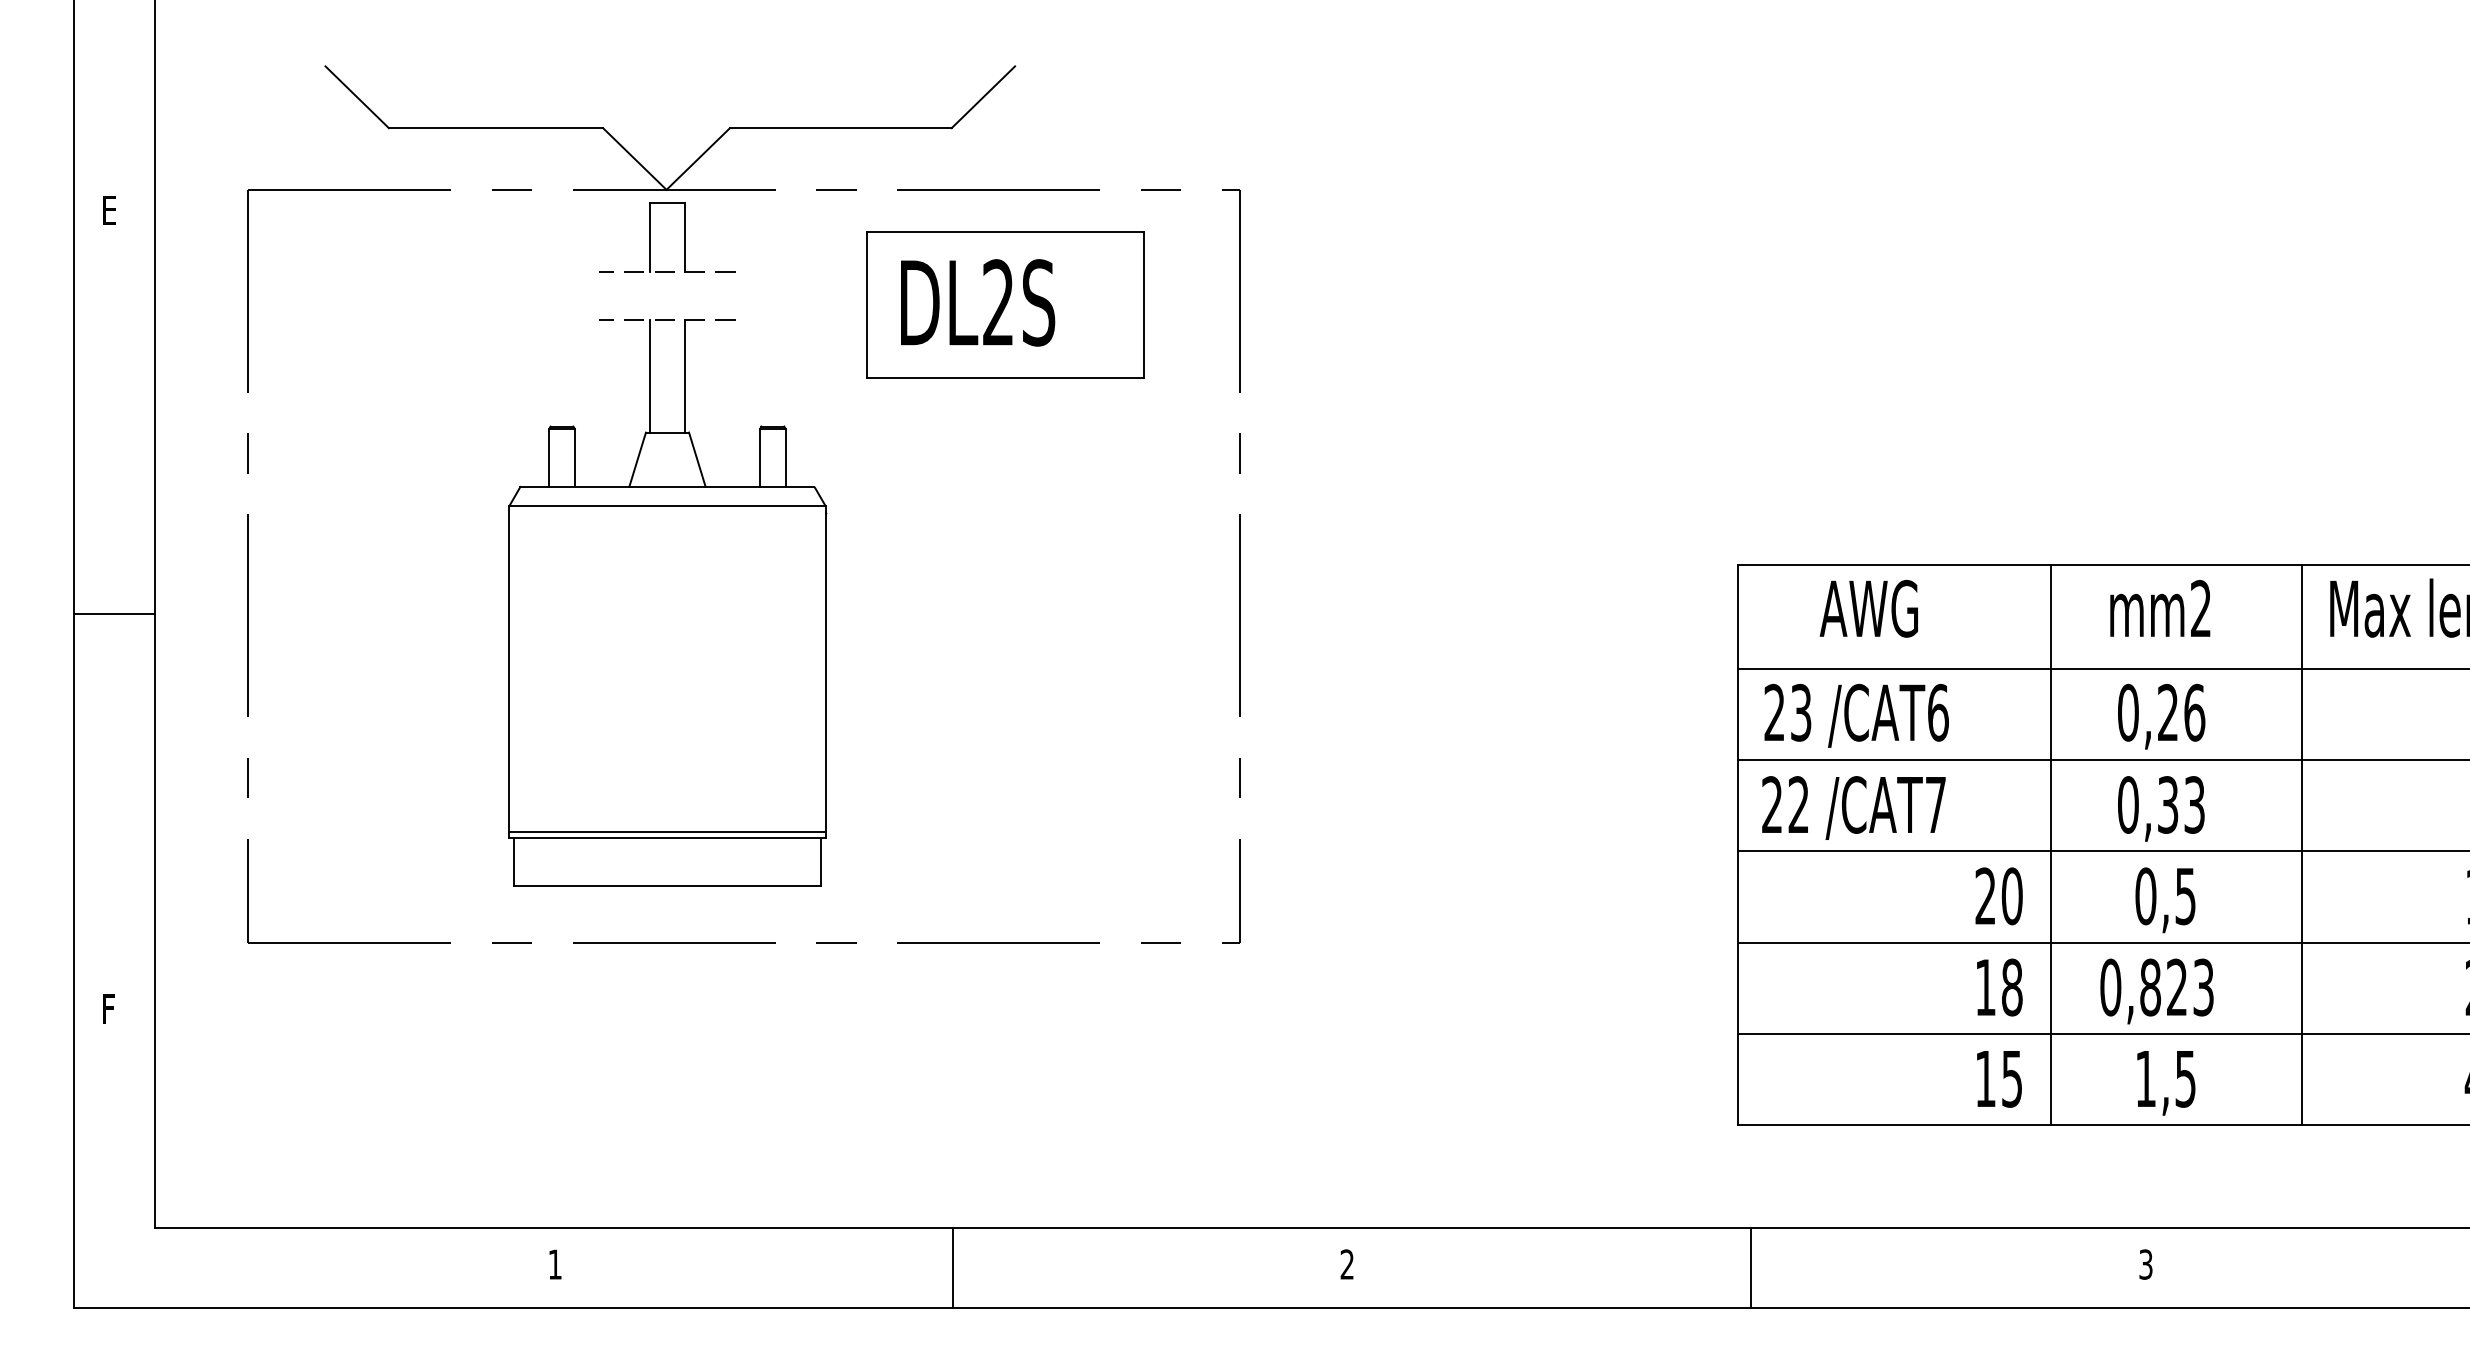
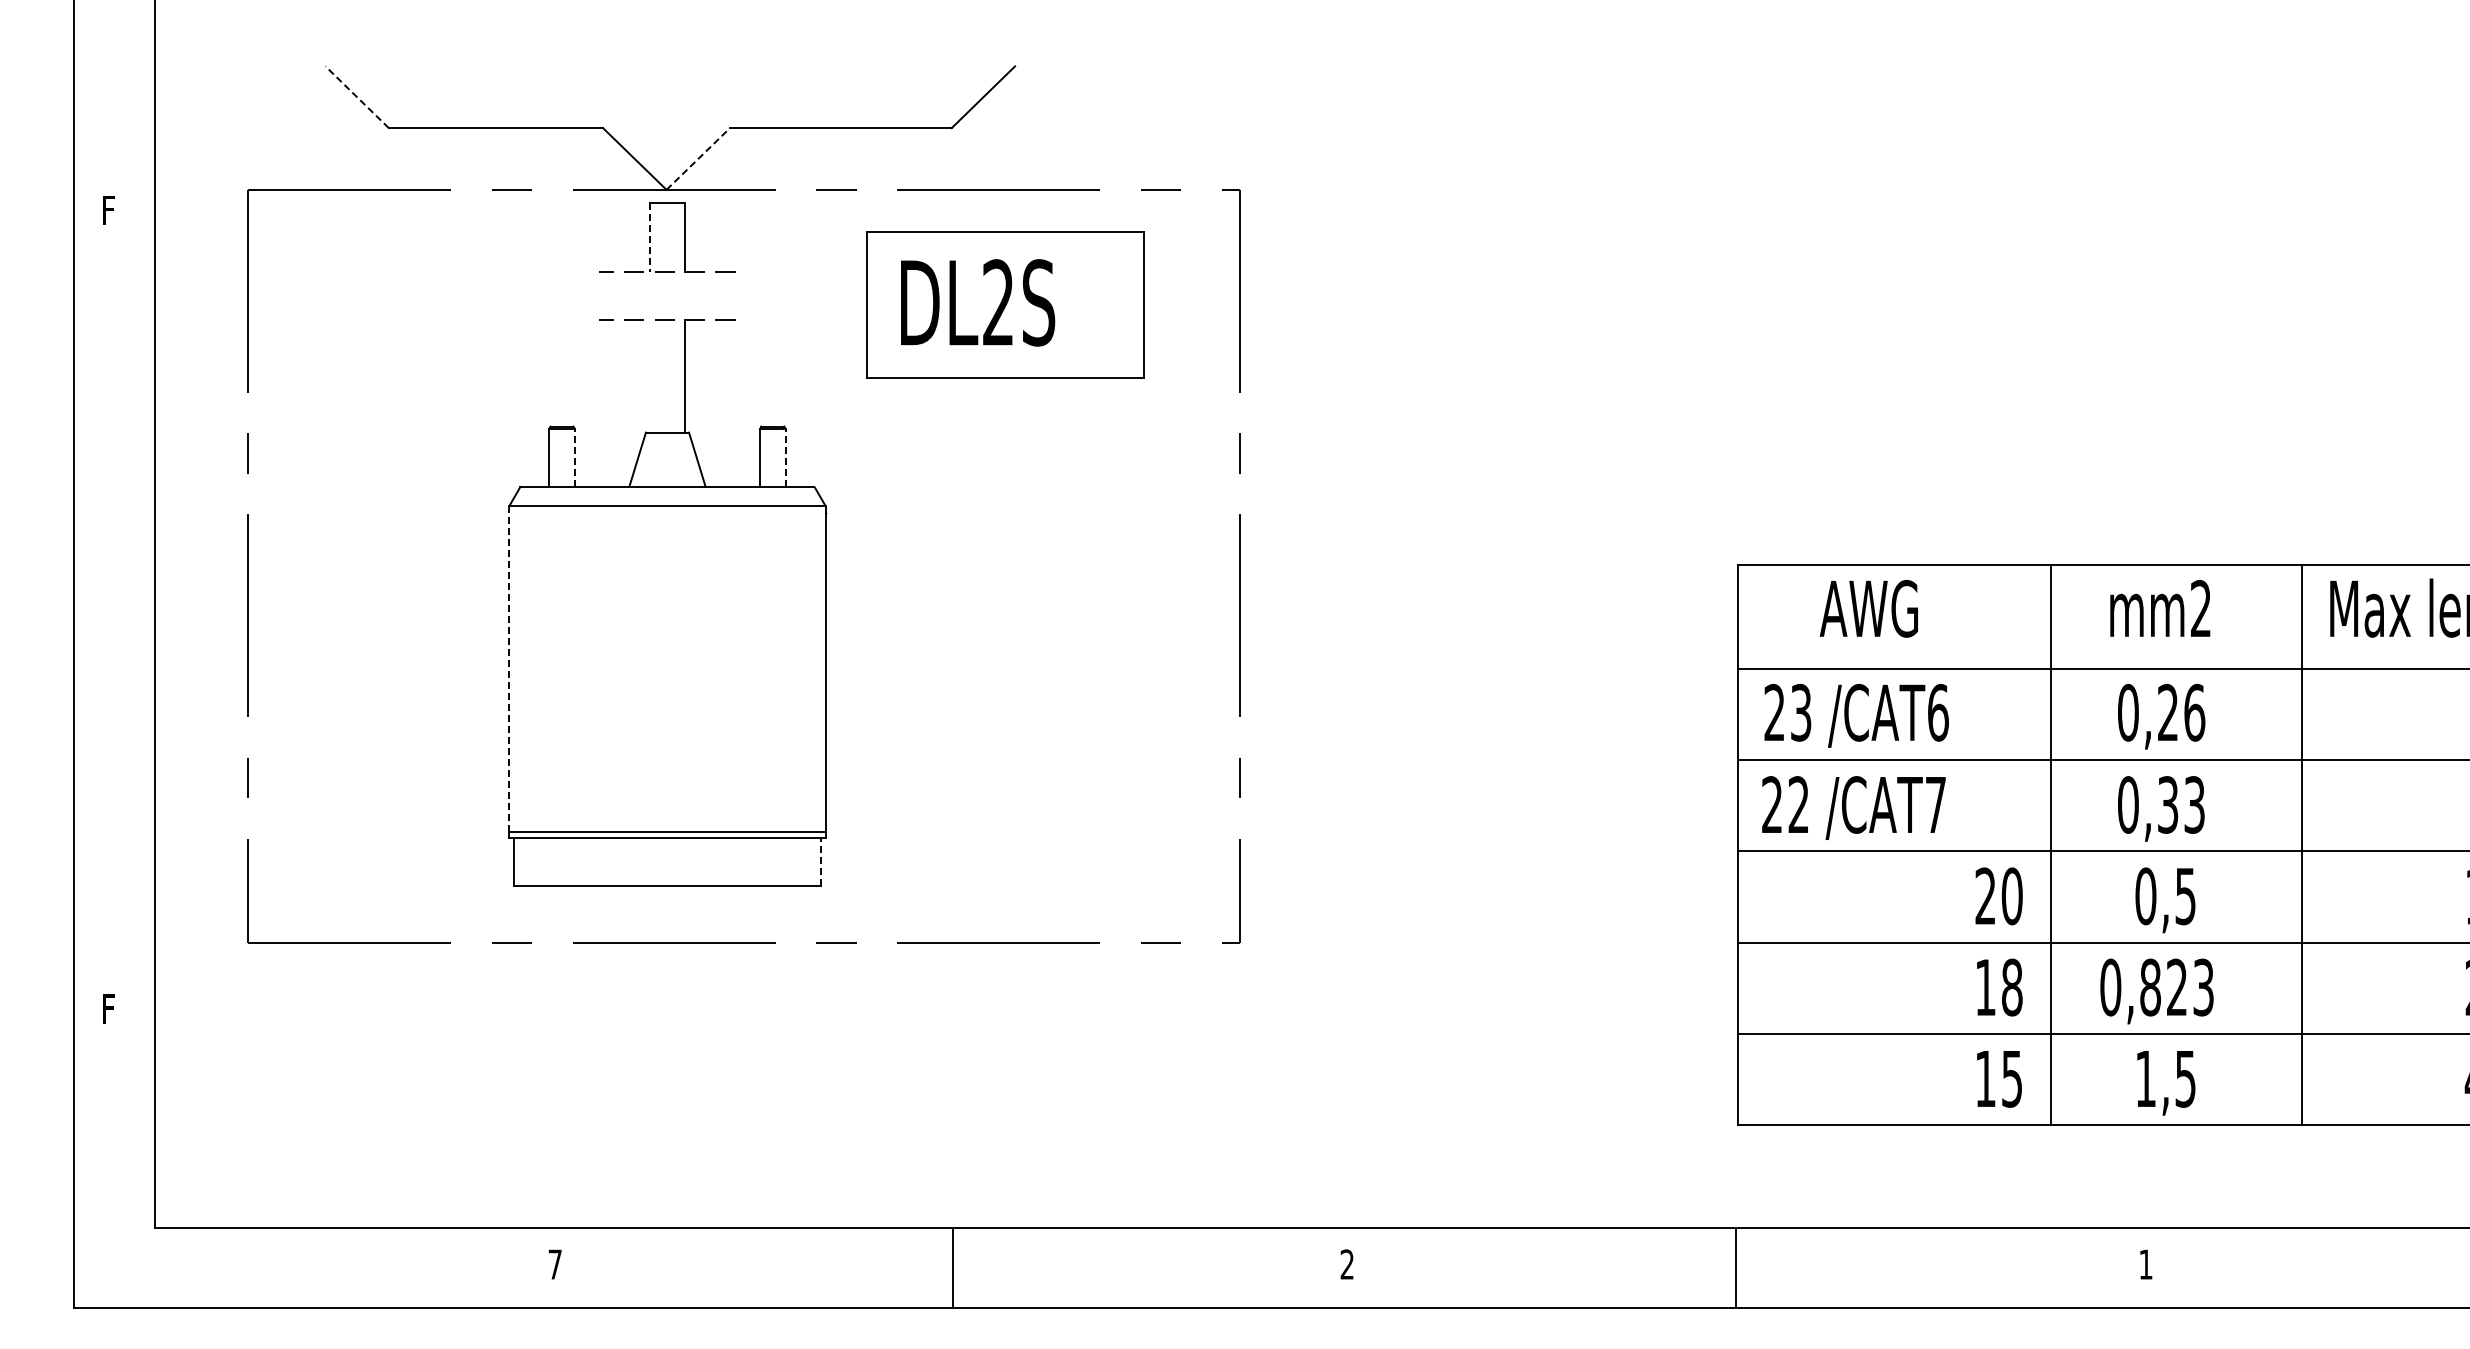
line at (356, 96): solid -> dashed
line at (698, 158): solid -> dashed
text at (110, 210): E -> F
line at (649, 238): solid -> dashed
line at (649, 375): present -> none
line at (574, 457): solid -> dashed
line at (785, 457): solid -> dashed
line at (113, 613): present -> none
line at (509, 669): solid -> dashed
line at (820, 862): solid -> dashed
text at (554, 1264): 1 -> 7
text at (2145, 1264): 3 -> 1
line at (1751, 1268) position: (1751, 1268) -> (1736, 1268)
